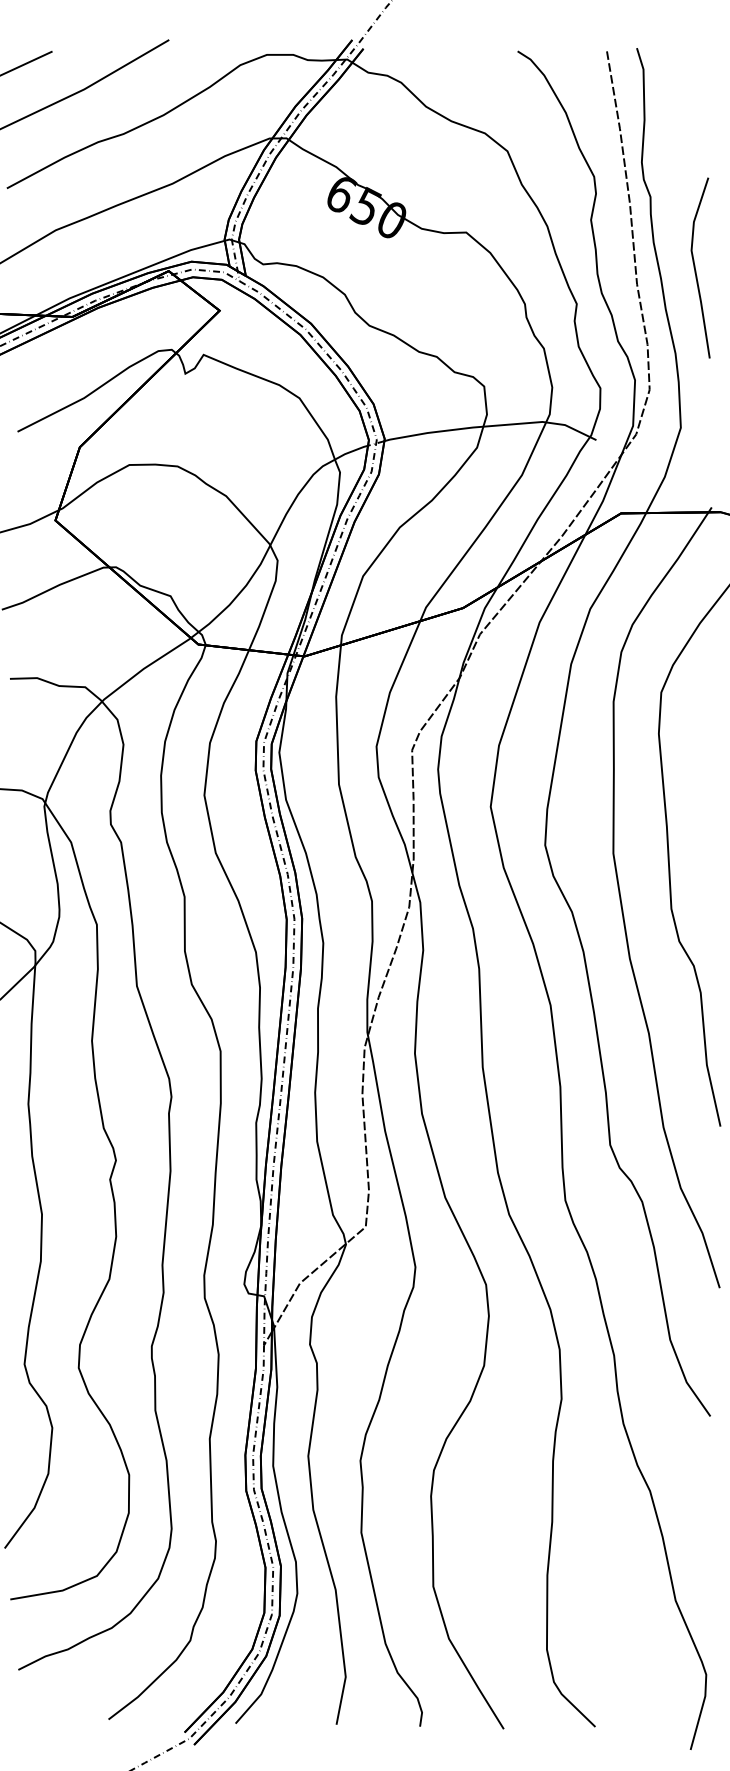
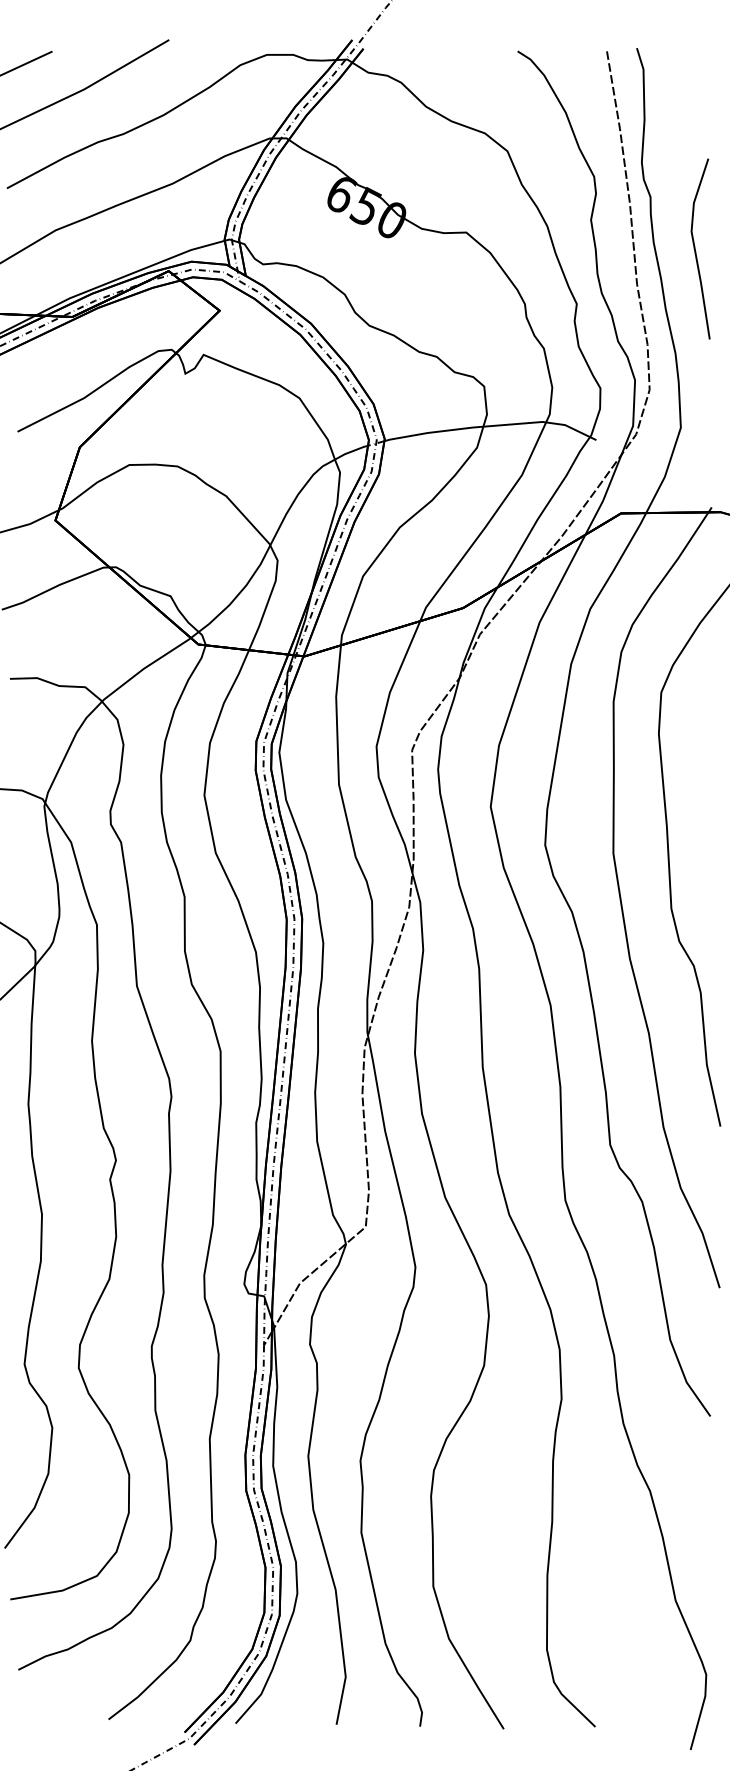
line at (695, 267) position: (695, 267) -> (695, 248)
